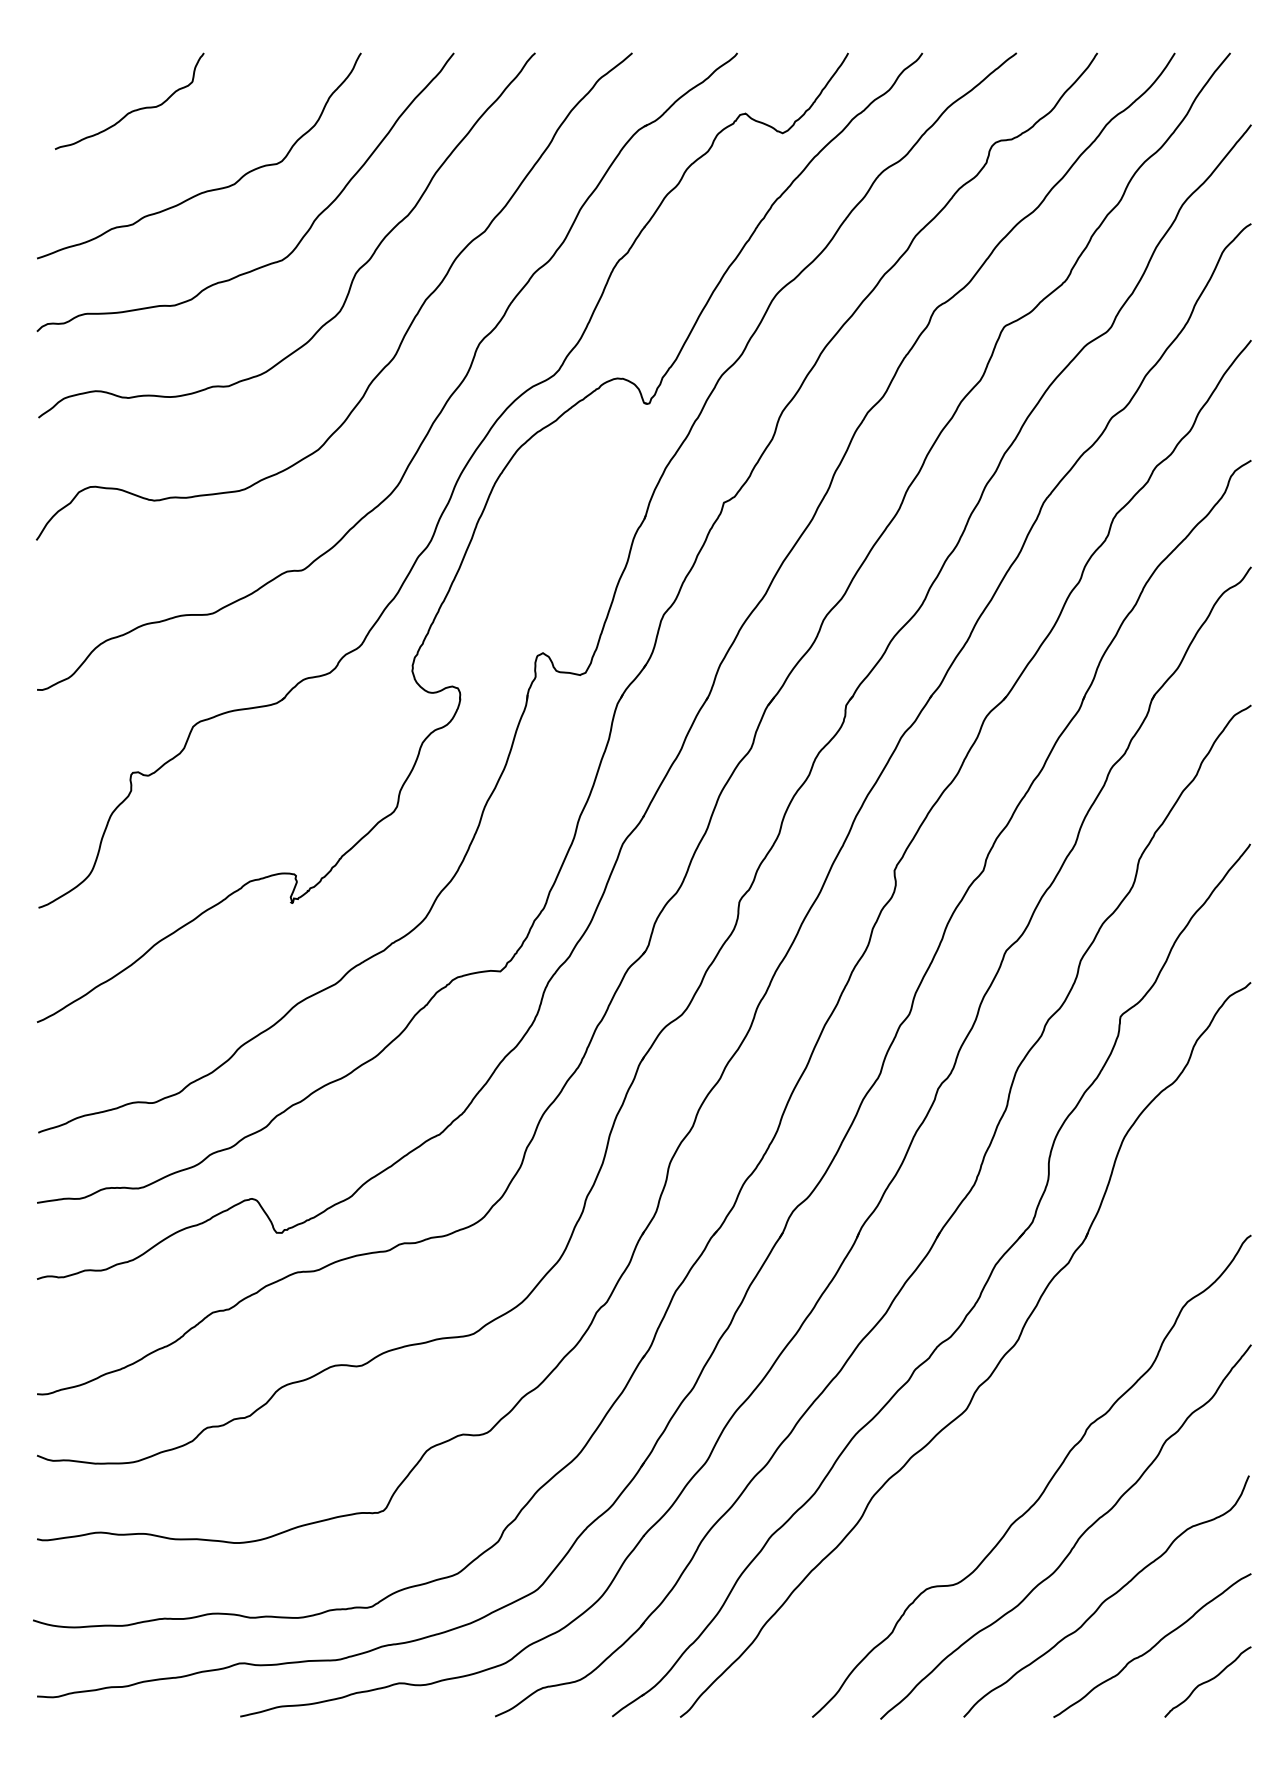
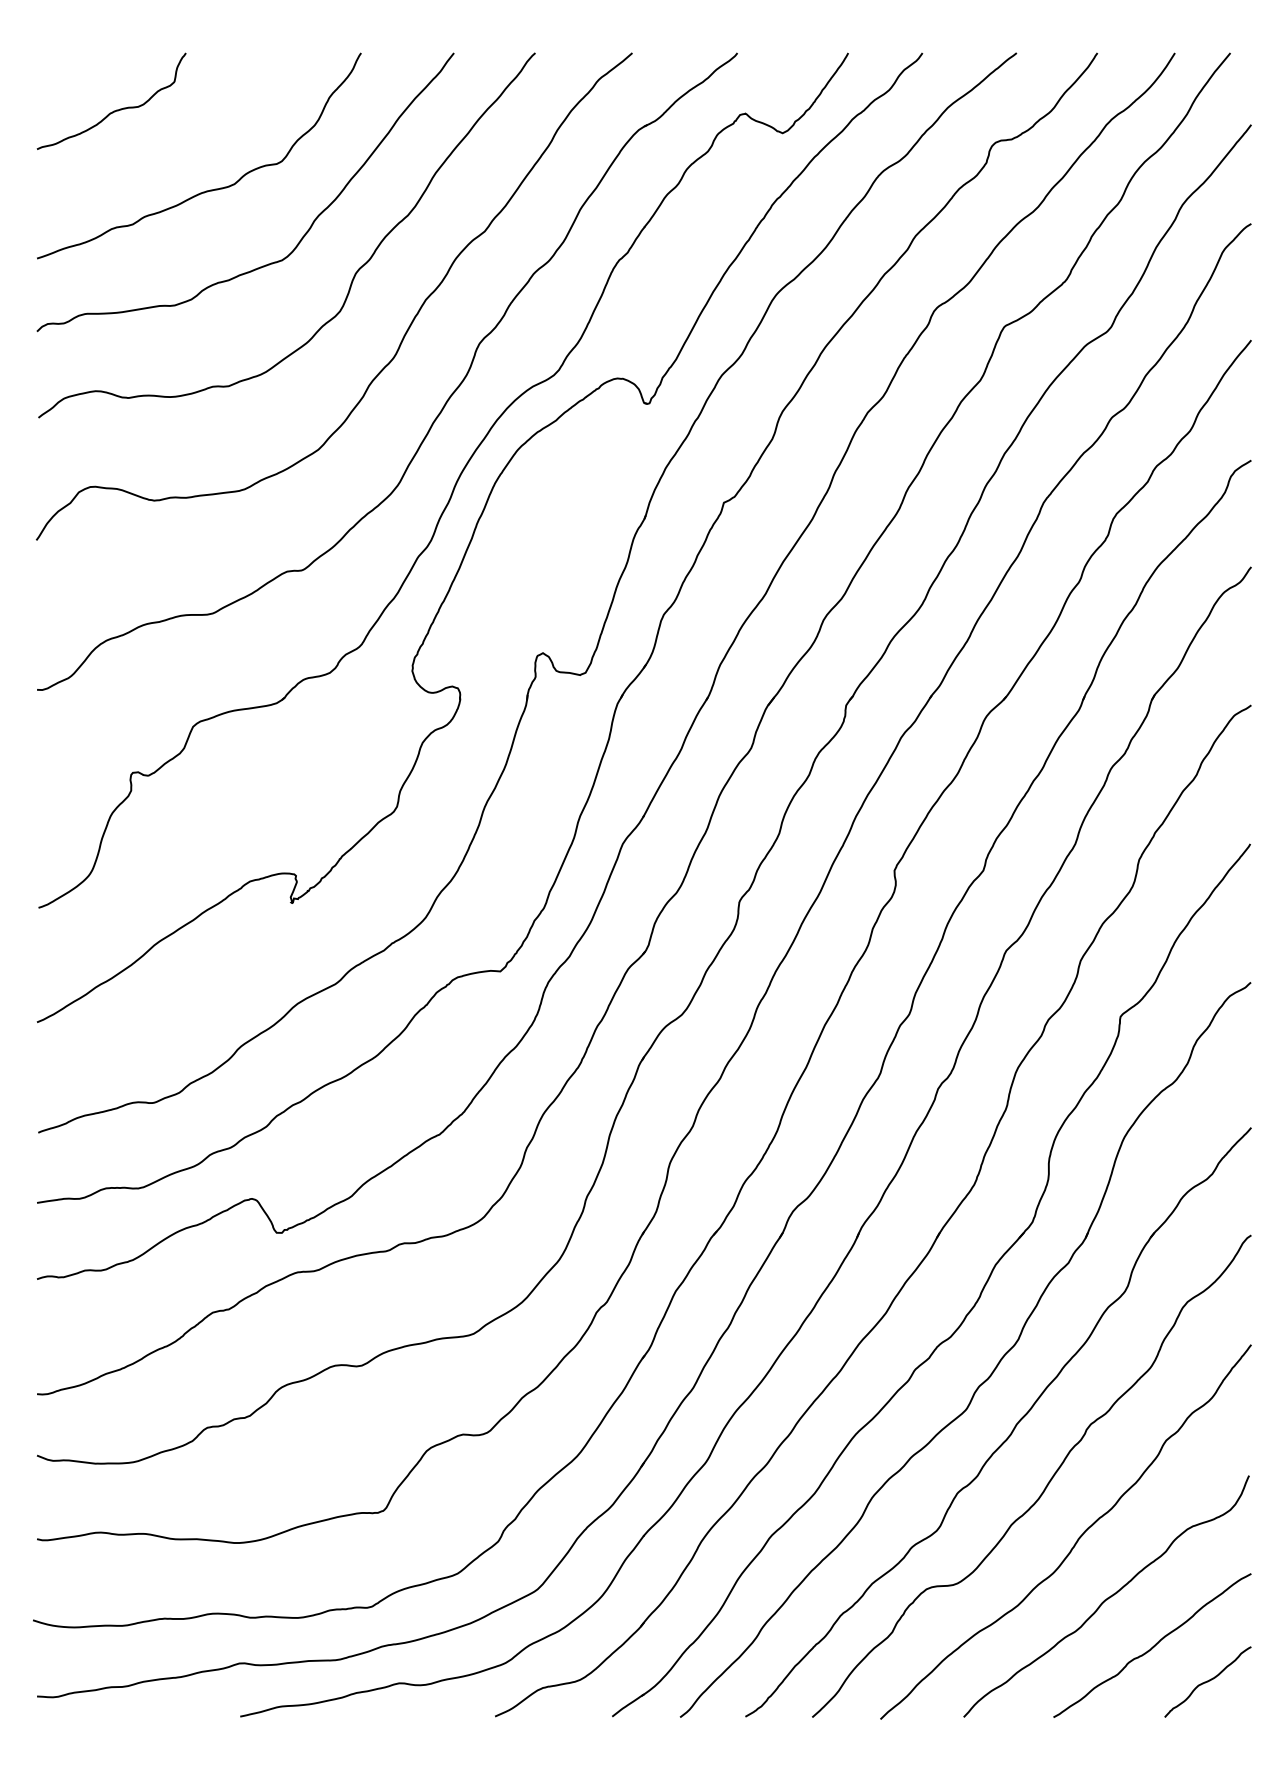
curve at (131, 110) position: (131, 110) -> (113, 110)
part at (1012, 1429): none -> present
